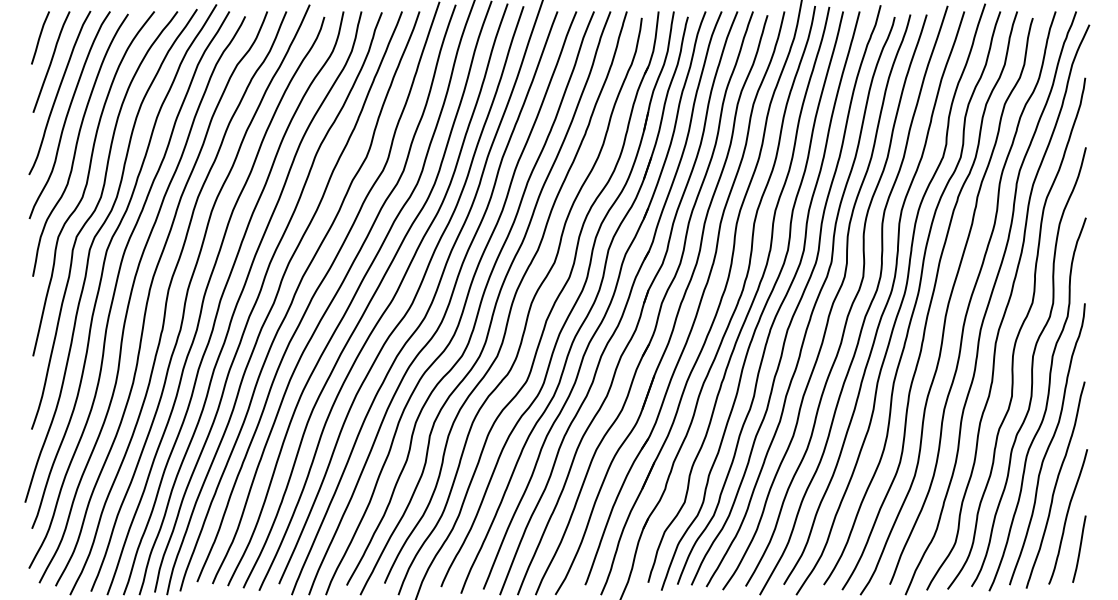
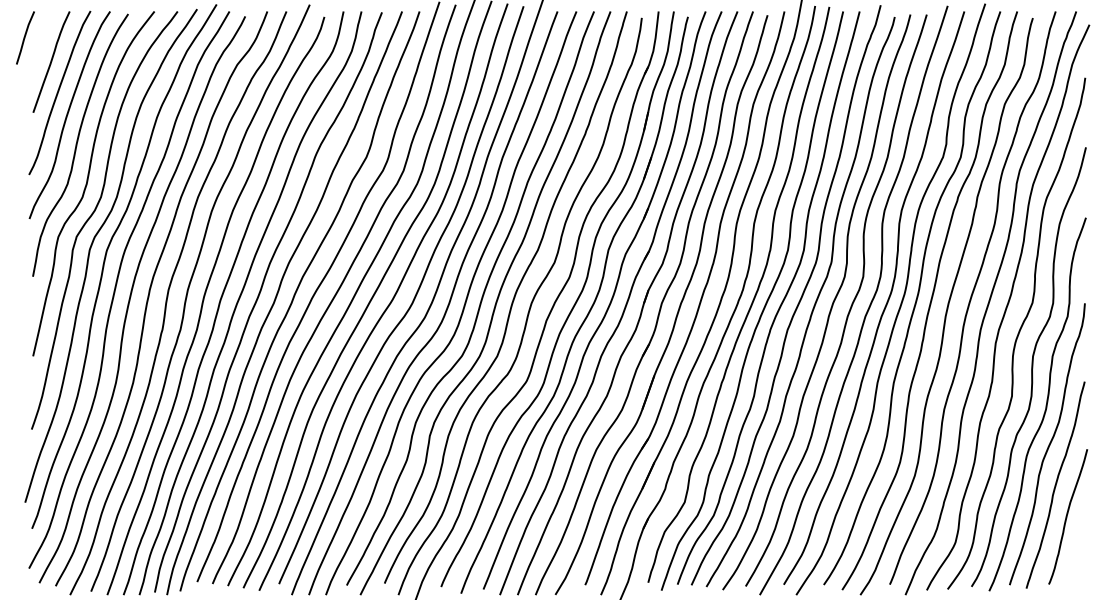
line at (40, 37) position: (40, 37) -> (25, 37)
line at (1079, 548): present -> none
